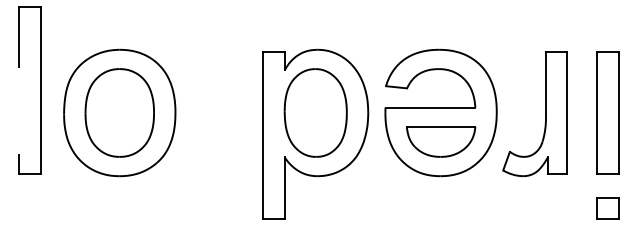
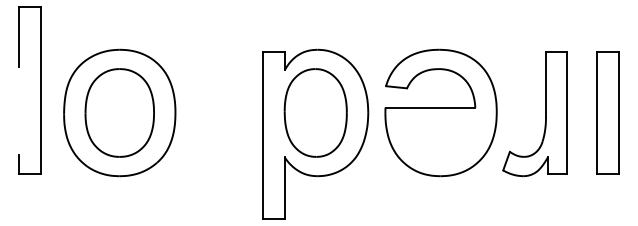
part at (441, 141): present -> none
part at (607, 208): present -> none
